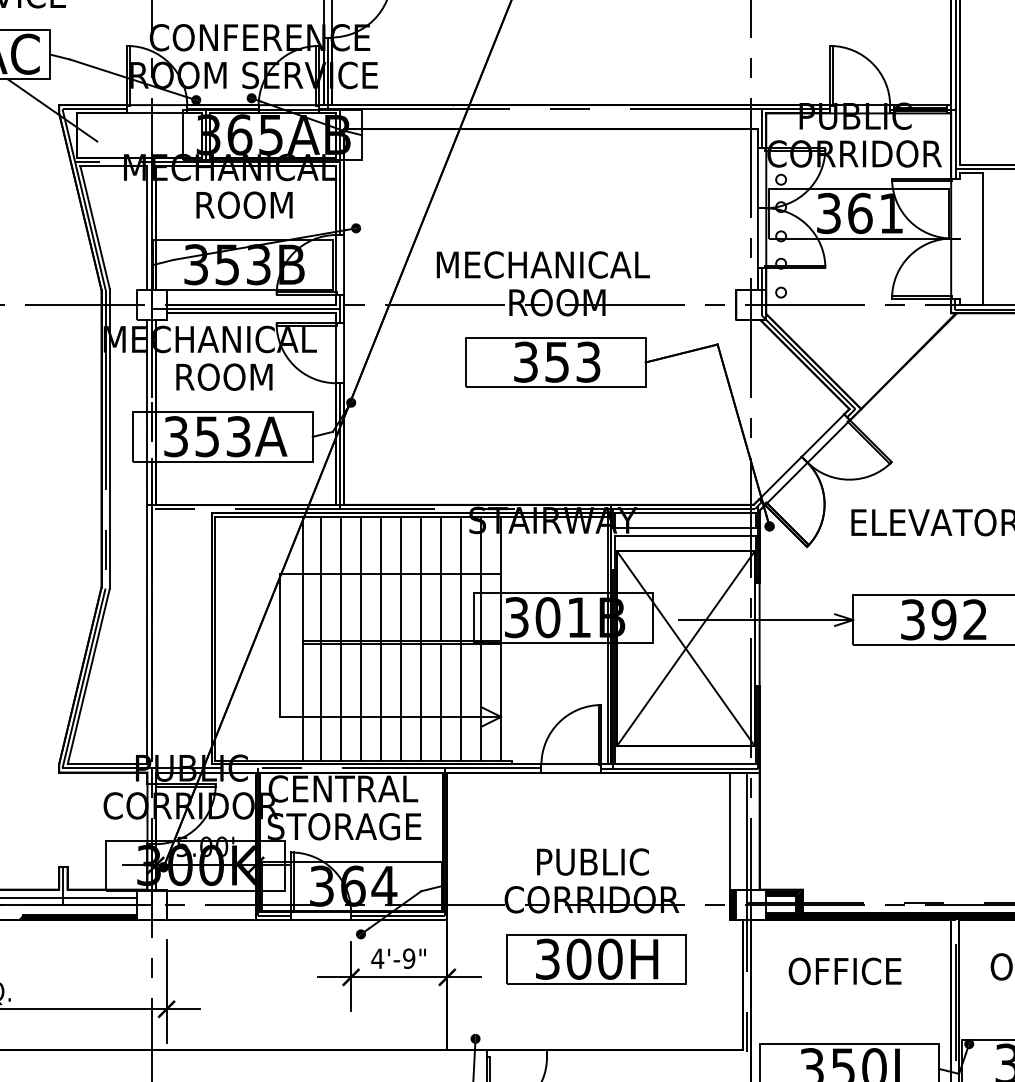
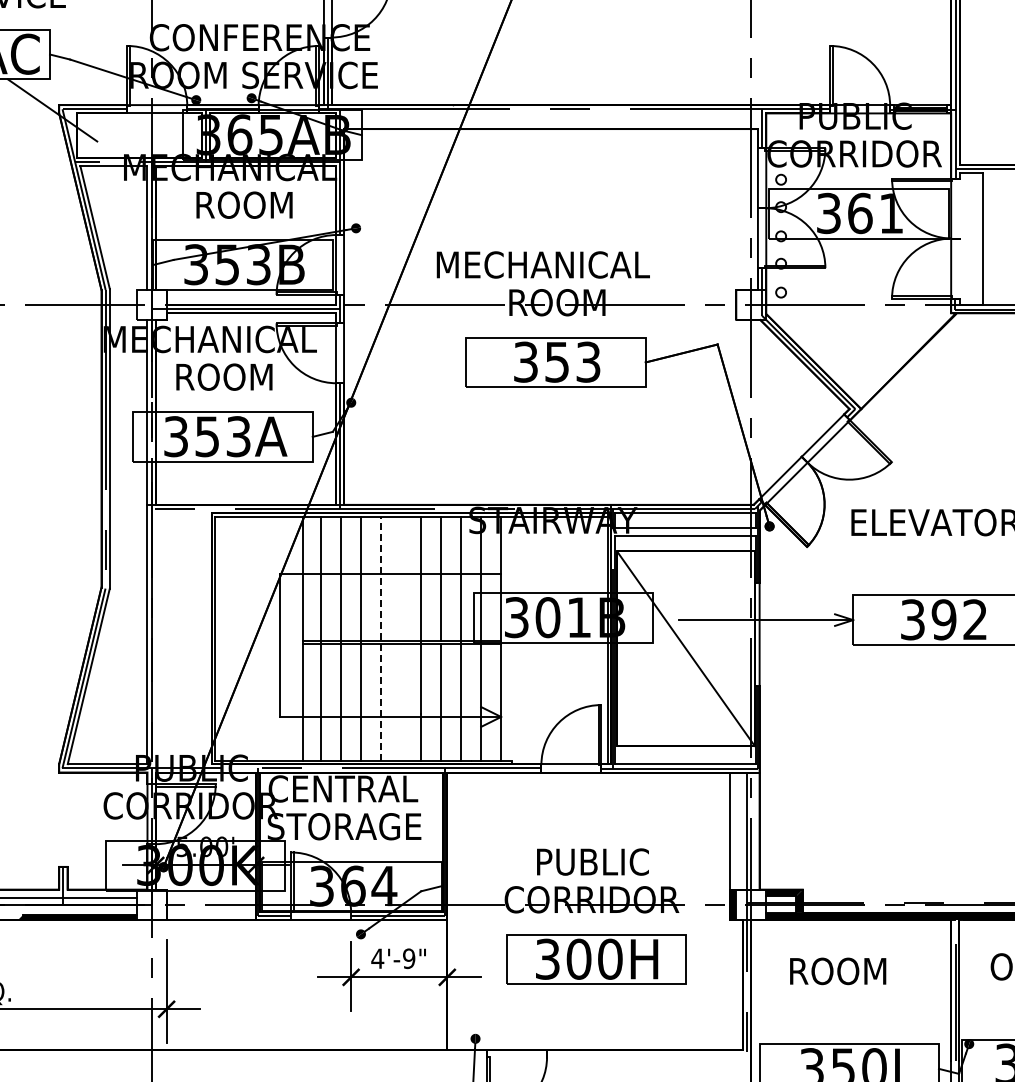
line at (381, 638): solid -> dashed
line at (401, 638): present -> none
line at (685, 648): present -> none
text at (844, 971): OFFICE -> ROOM
